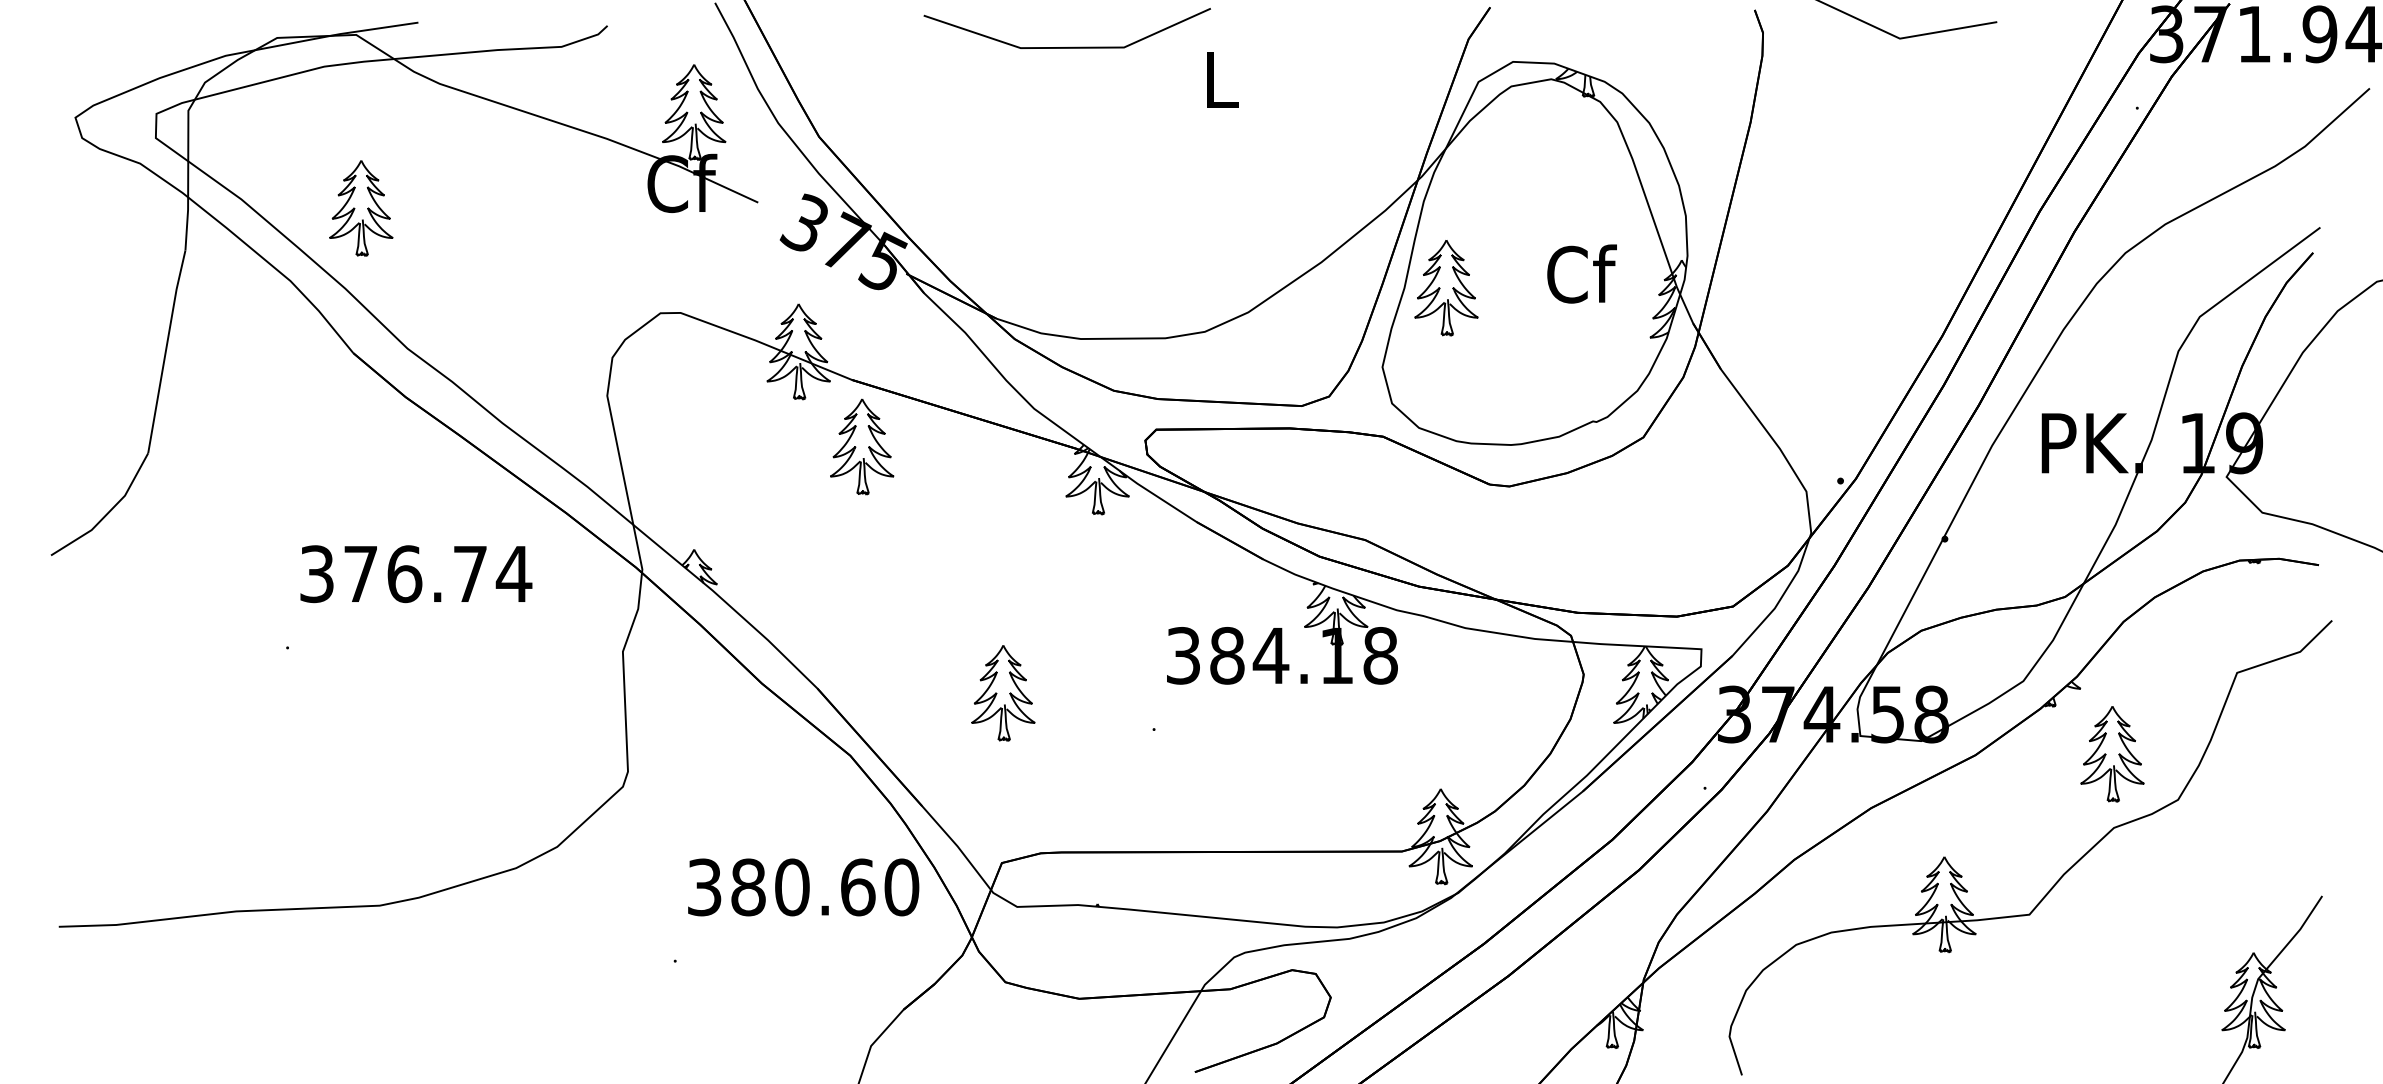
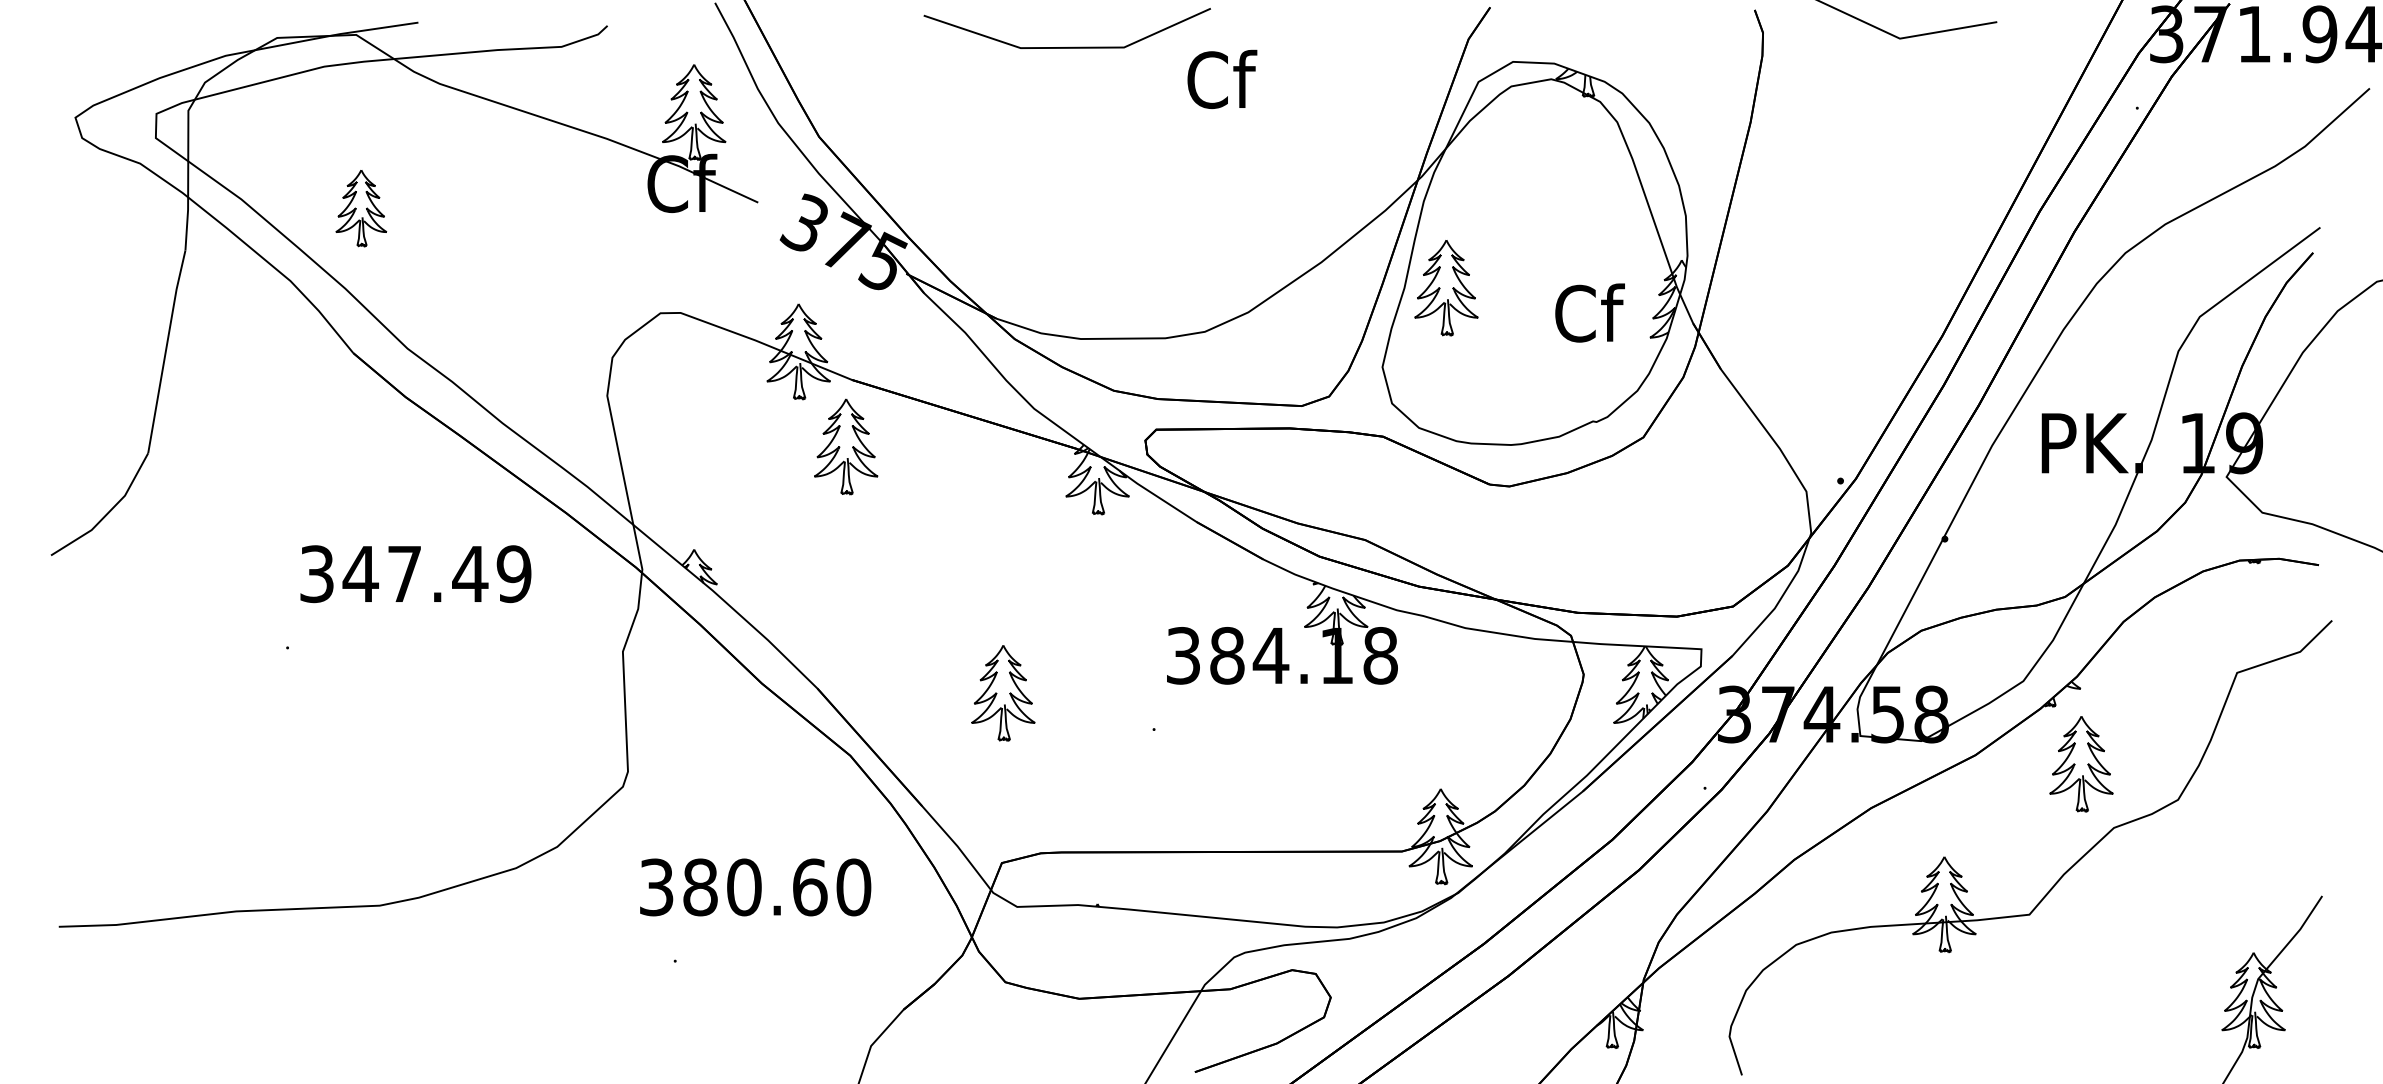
text at (1222, 79): L -> Cf
part at (361, 208) size: 65x97 px -> 53x78 px
text at (1581, 273) position: (1581, 273) -> (1589, 312)
part at (862, 446) position: (862, 446) -> (846, 446)
text at (437, 574): 376.74 -> 347.49
part at (2112, 754) position: (2112, 754) -> (2081, 764)
text at (803, 887) position: (803, 887) -> (755, 887)
